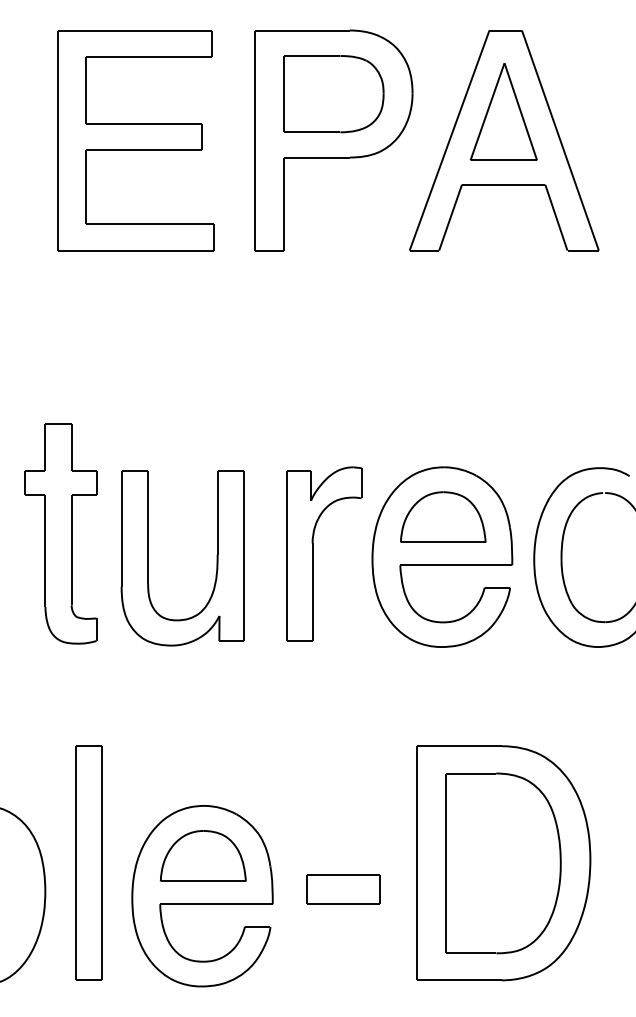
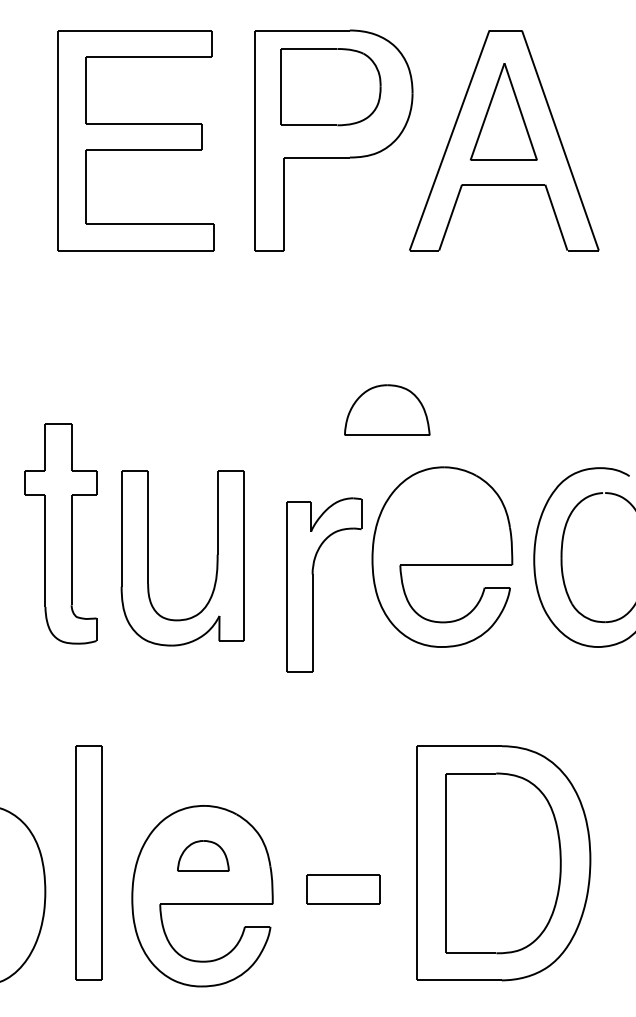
part at (333, 94) position: (333, 94) -> (330, 87)
part at (443, 516) position: (443, 516) -> (387, 409)
part at (313, 553) position: (313, 553) -> (313, 584)
part at (203, 855) size: 87x52 px -> 53x32 px
